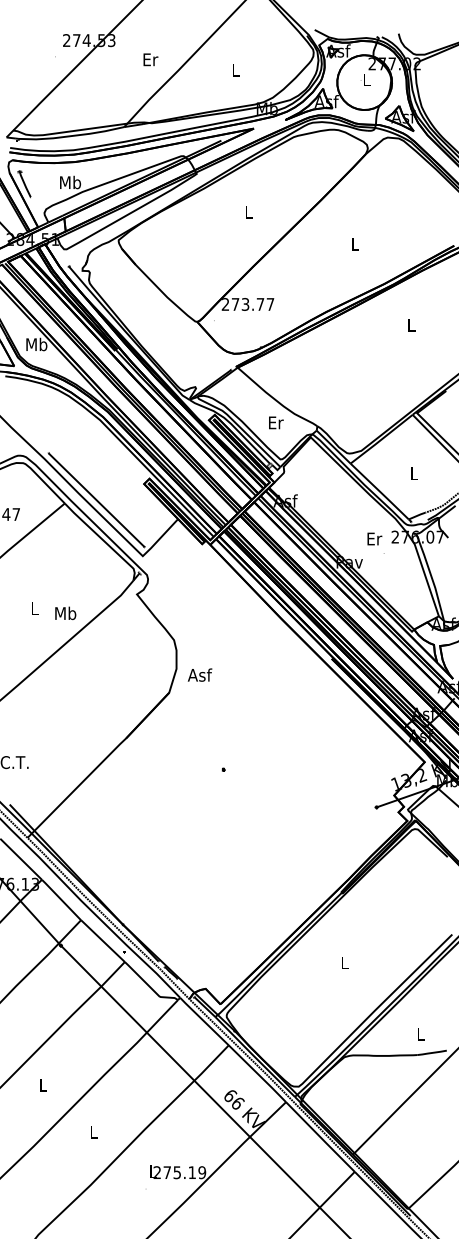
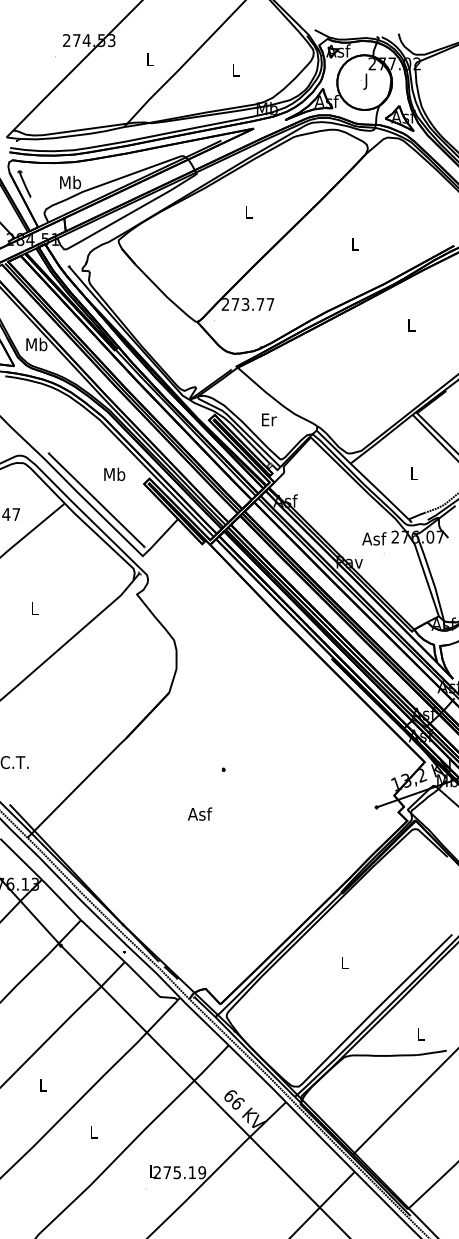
text at (150, 59): Er -> L
text at (366, 81): L -> J
text at (276, 422) position: (276, 422) -> (269, 419)
text at (374, 538): Er -> Asf
text at (65, 612) position: (65, 612) -> (114, 473)
text at (199, 674) position: (199, 674) -> (199, 813)
